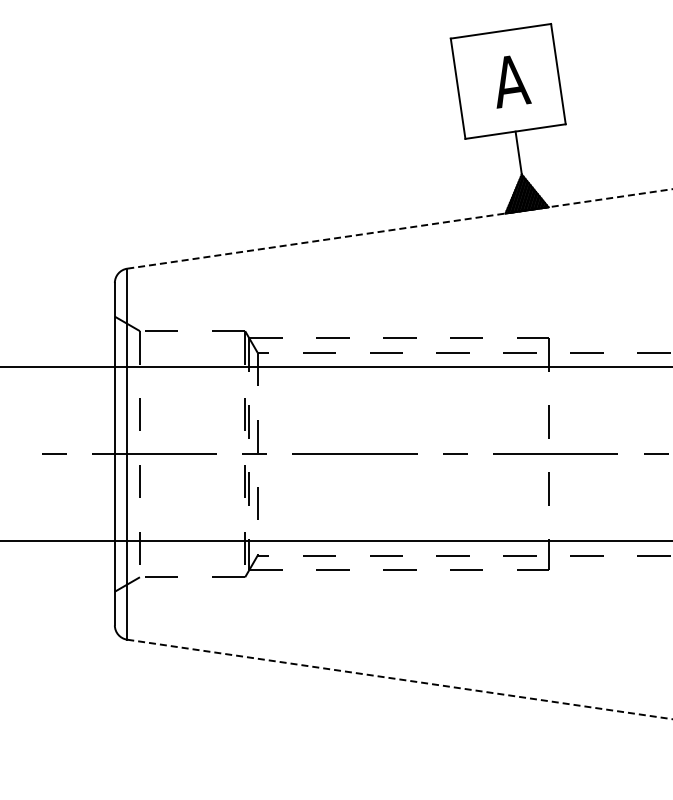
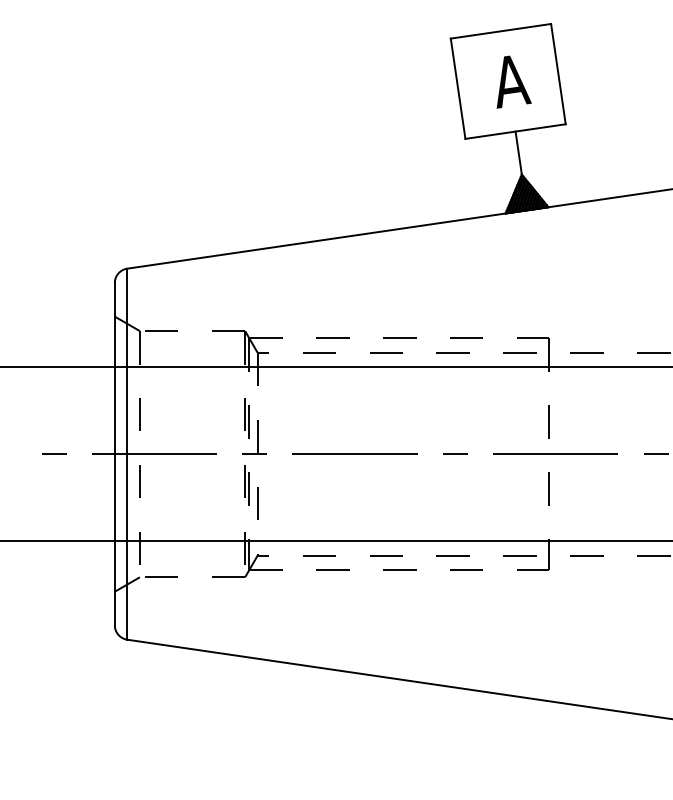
line at (400, 228): dashed -> solid
line at (400, 679): dashed -> solid
